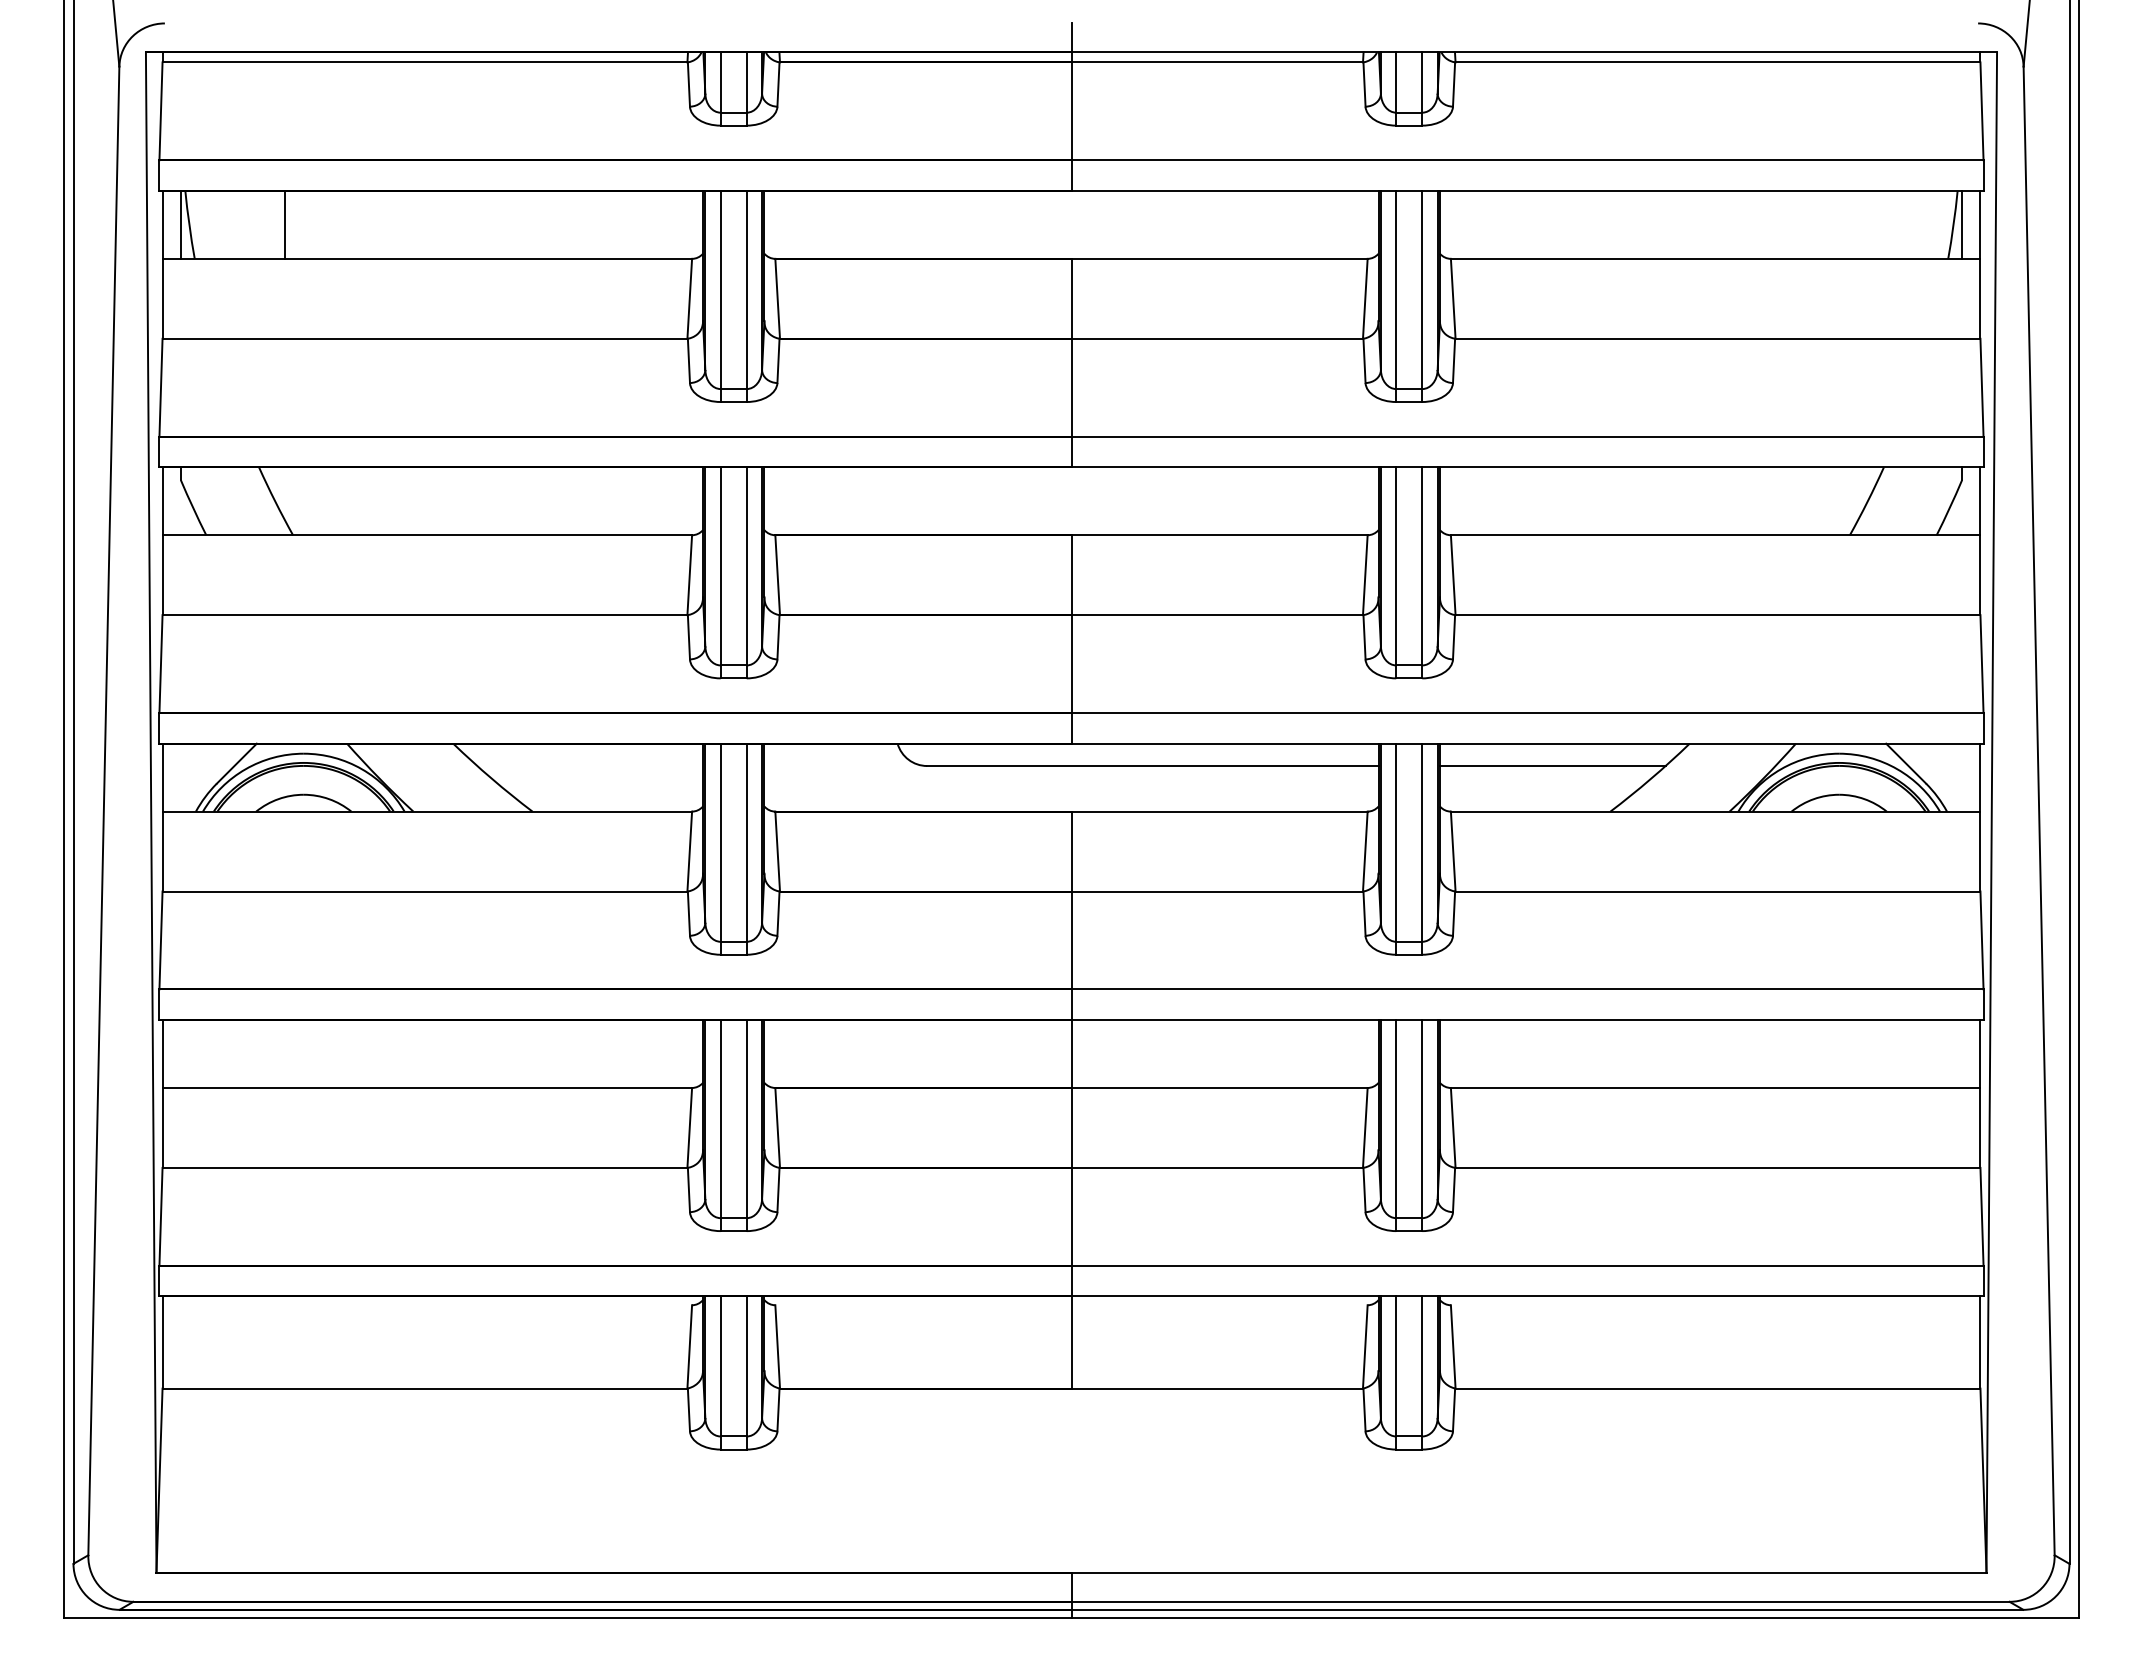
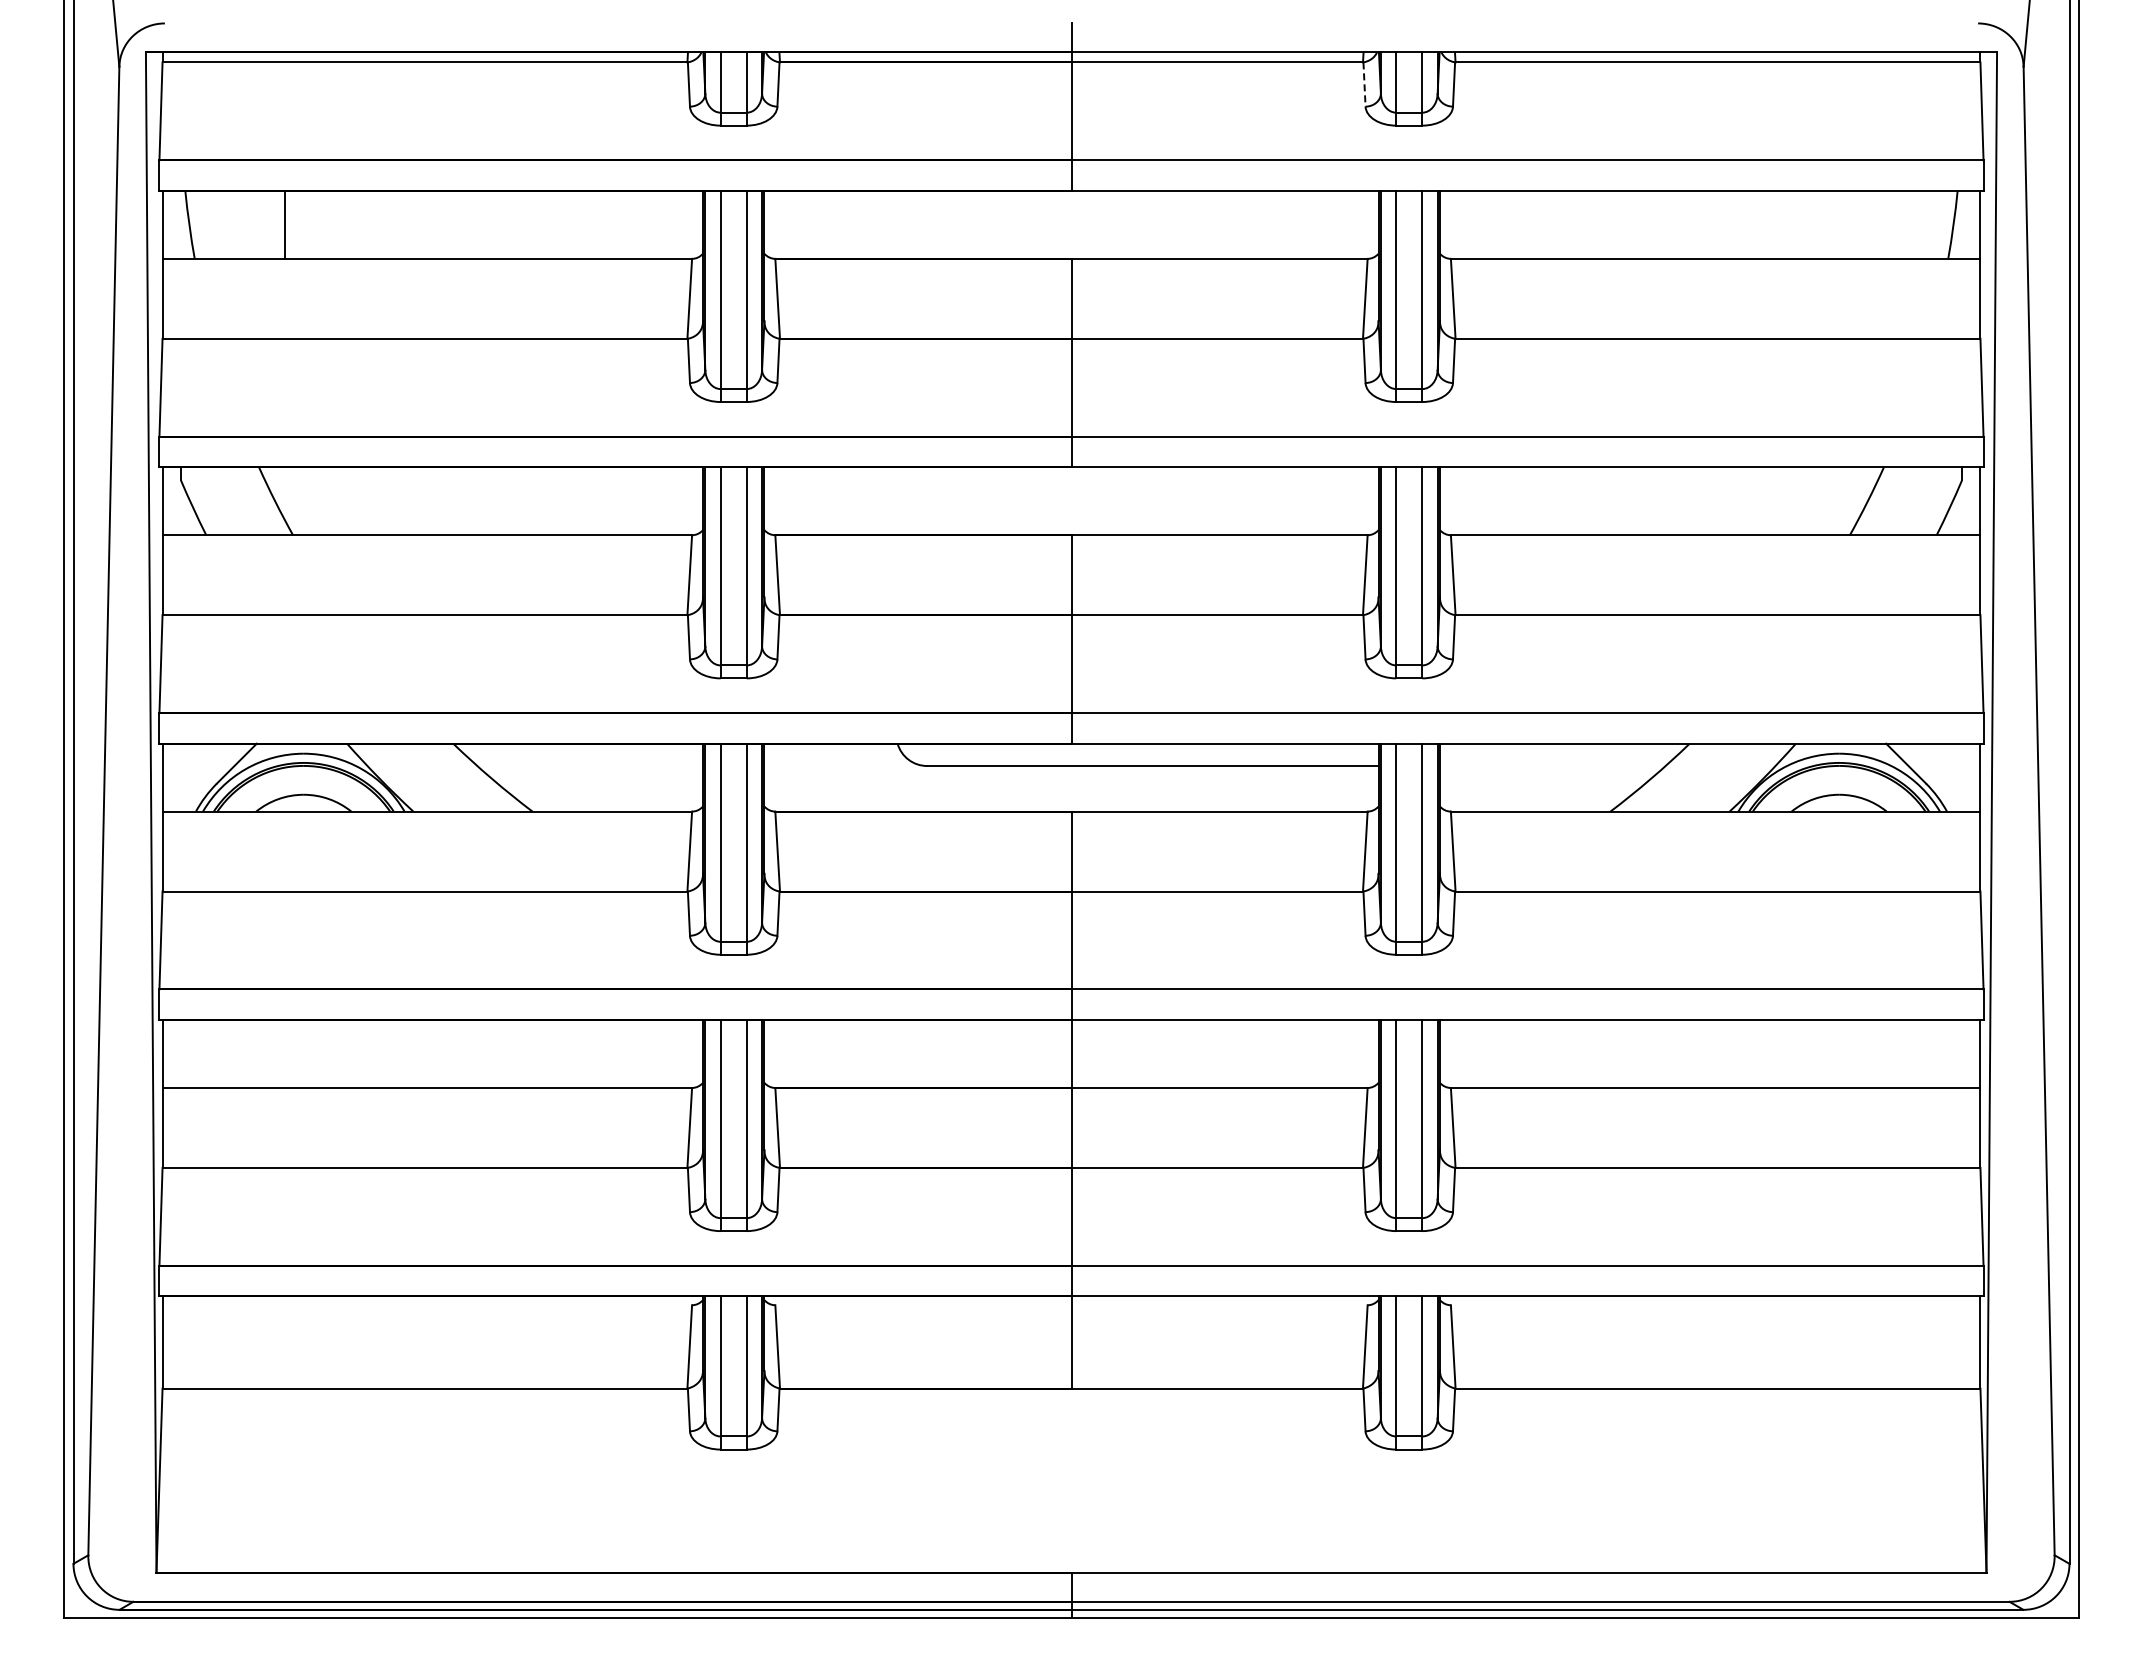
line at (1364, 85): solid -> dashed
line at (180, 224): present -> none
line at (1962, 224): present -> none
line at (1552, 766): present -> none
